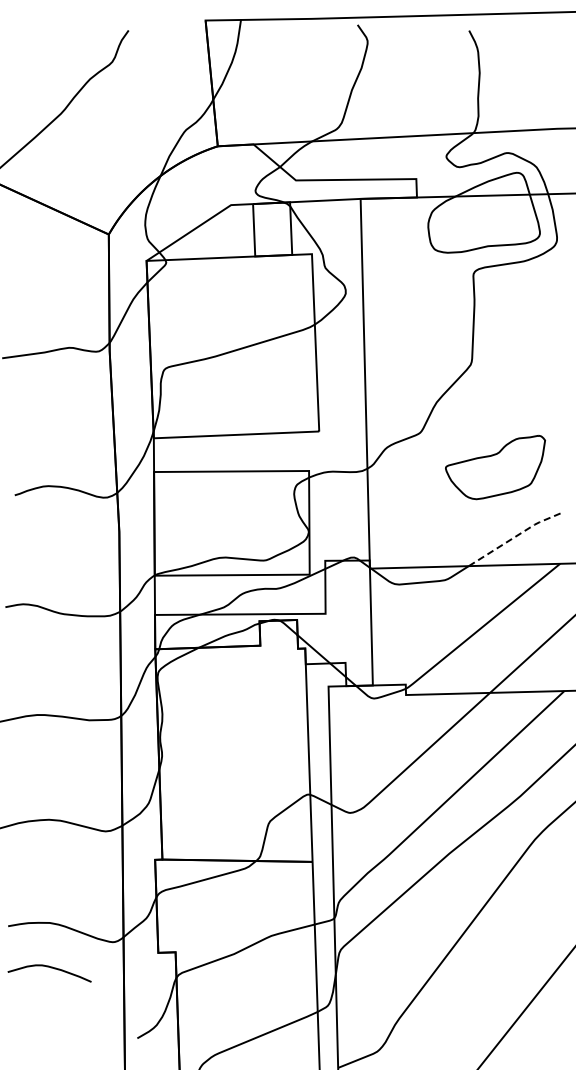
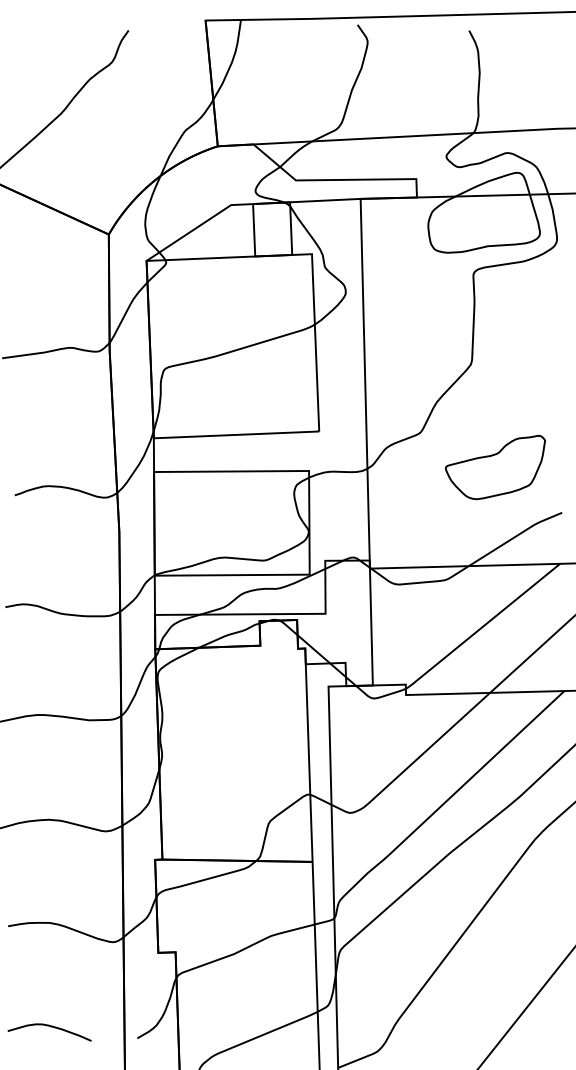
line at (516, 536): dashed -> solid
curve at (50, 968) position: (50, 968) -> (50, 1027)
